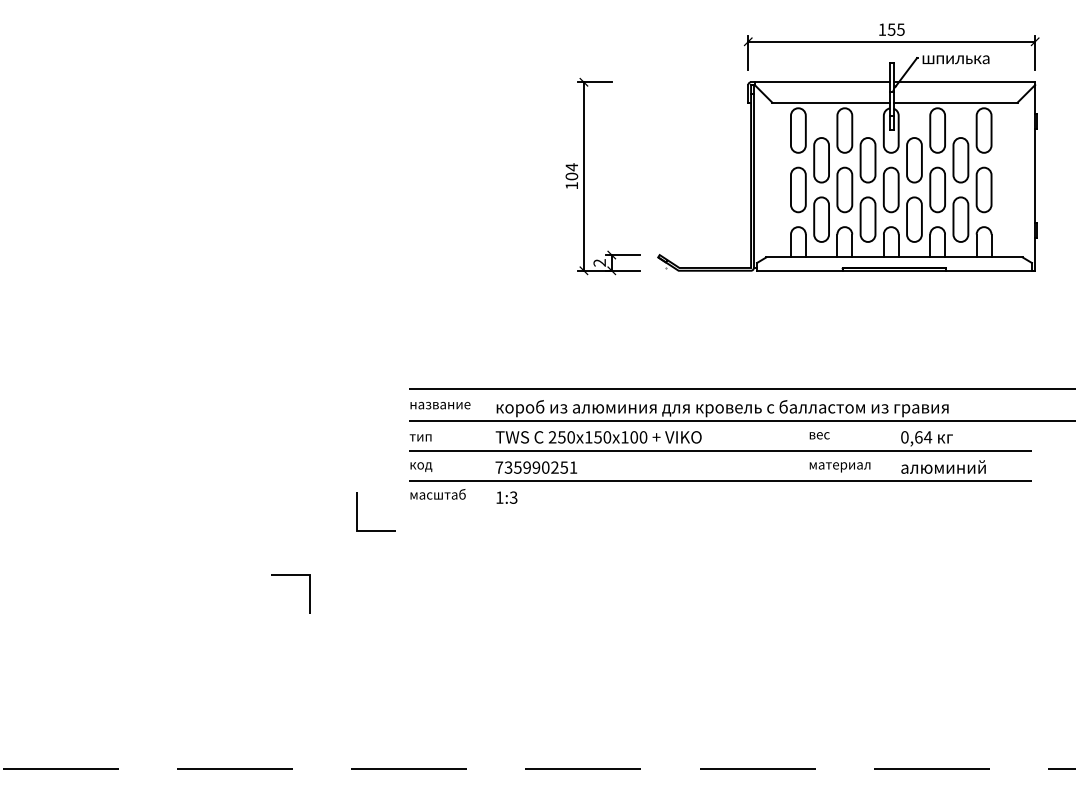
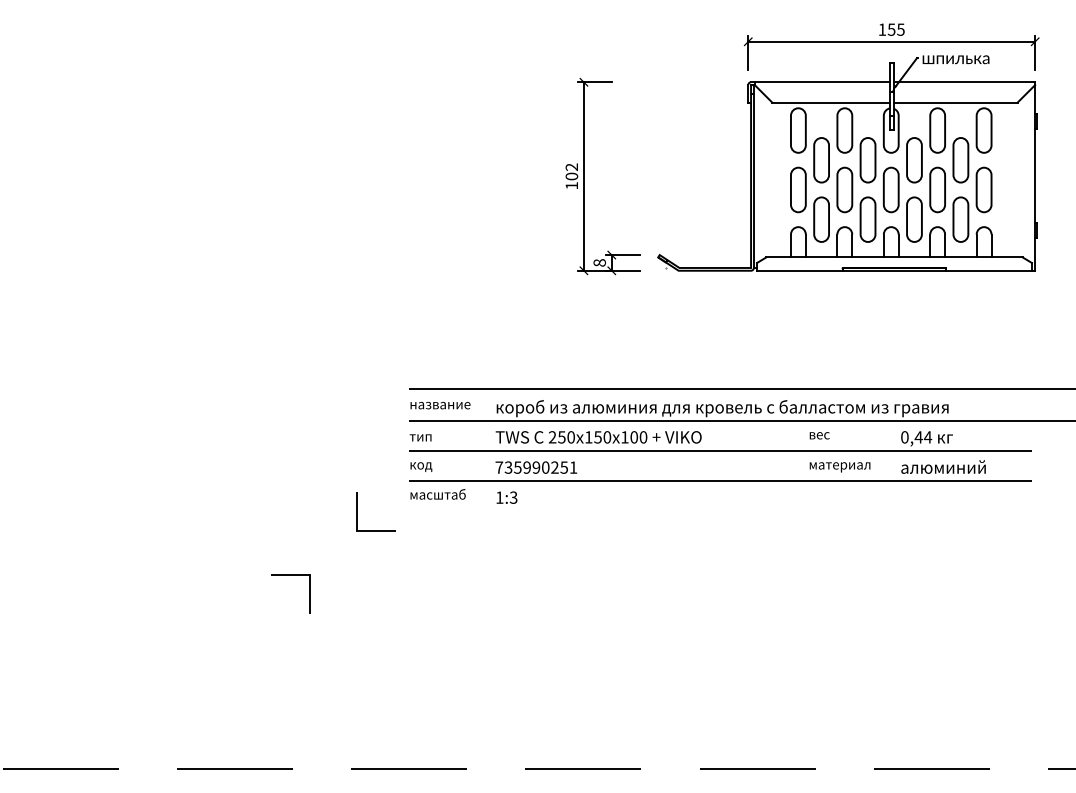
text at (571, 167): 104 -> 102
text at (599, 262): 2 -> 8
text at (918, 437): 0,64 -> 0,44
